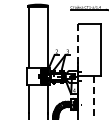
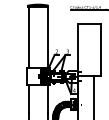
line at (78, 44): dashed -> solid
line at (93, 97): dashed -> solid
